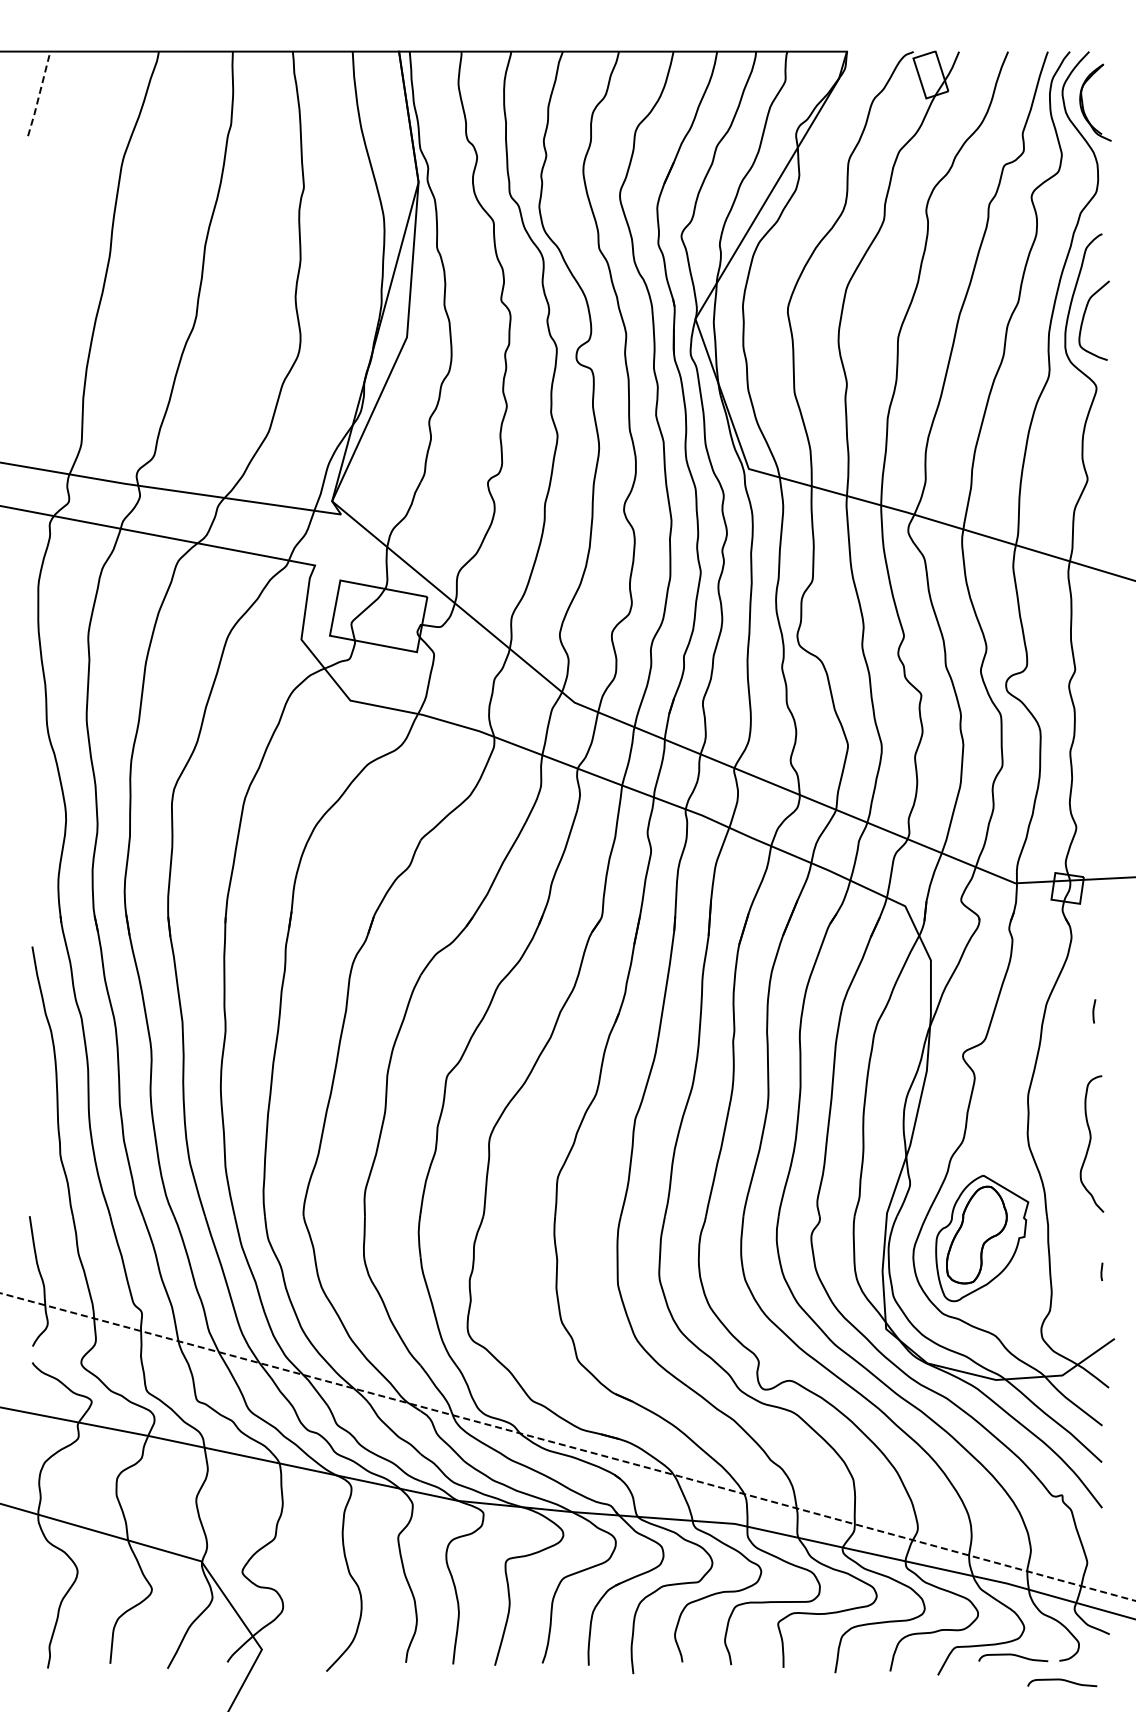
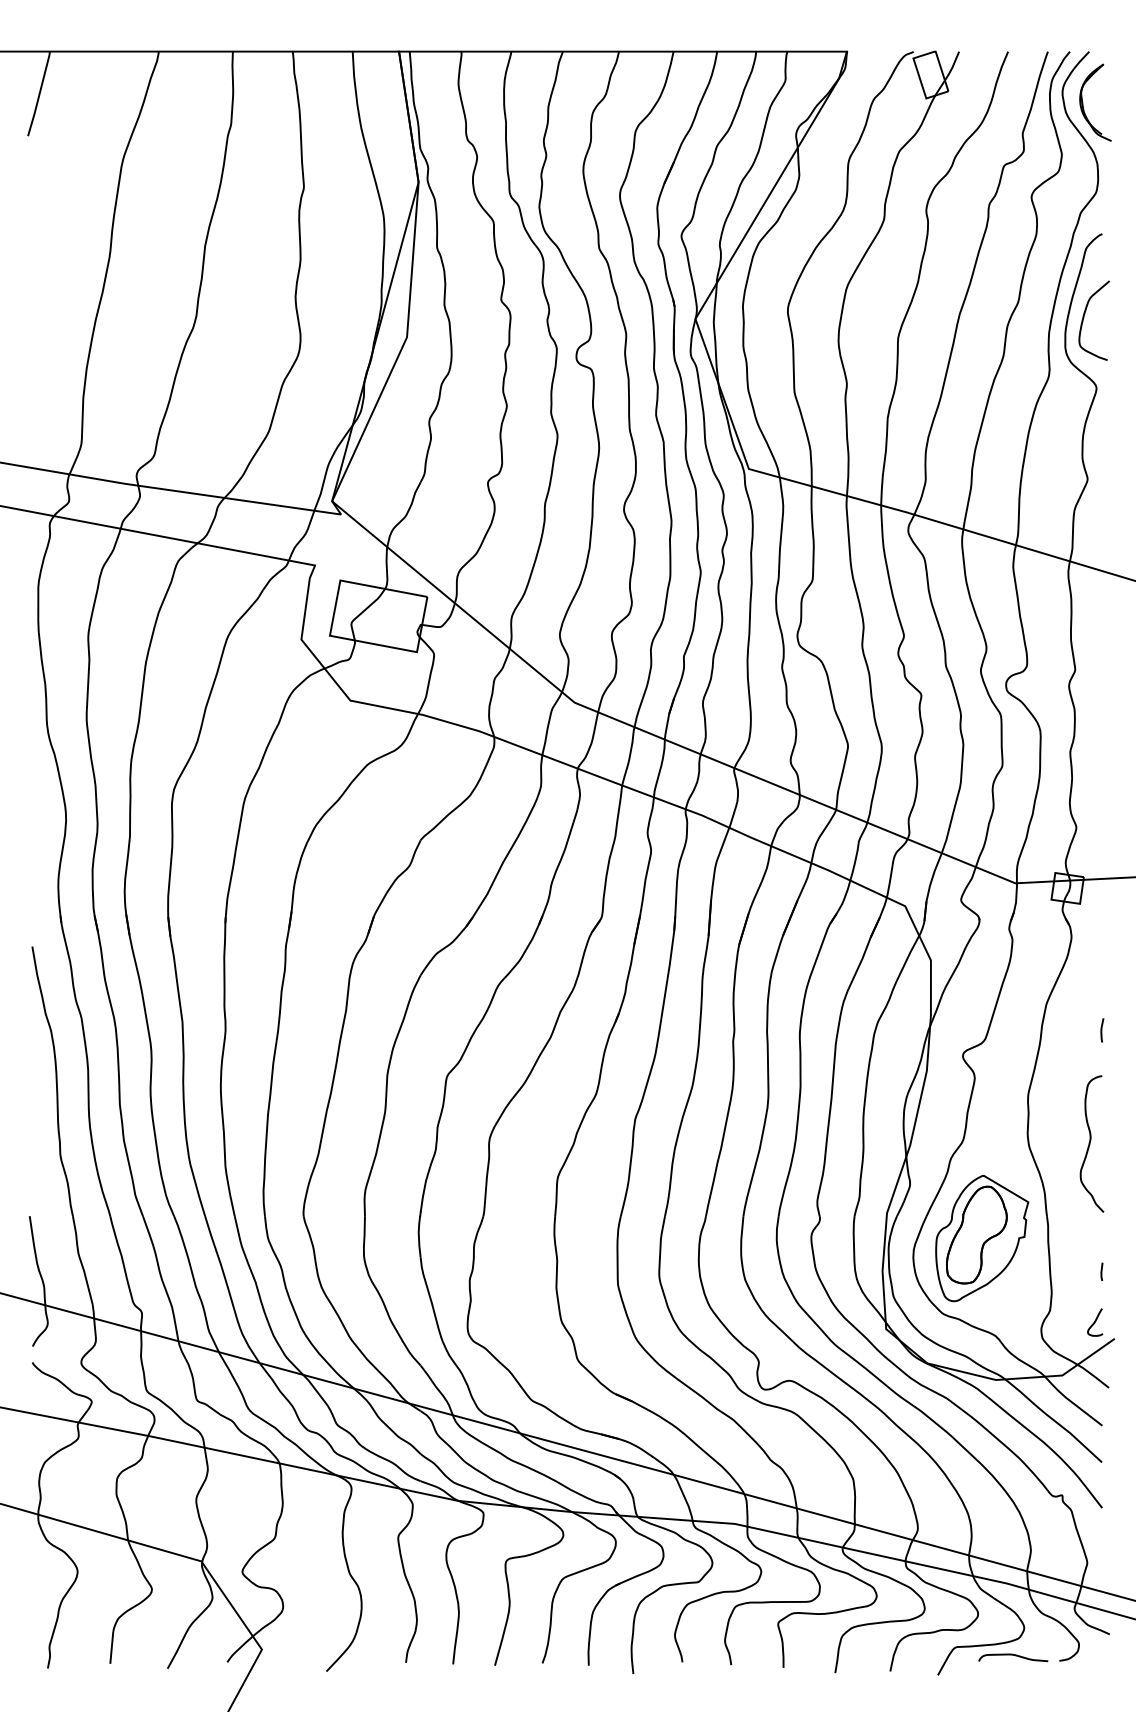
line at (39, 93): dashed -> solid
line at (1094, 1011) position: (1094, 1011) -> (1102, 1030)
curve at (1095, 1322): none -> present
line at (568, 1446): dashed -> solid
curve at (1062, 1680): present -> none
